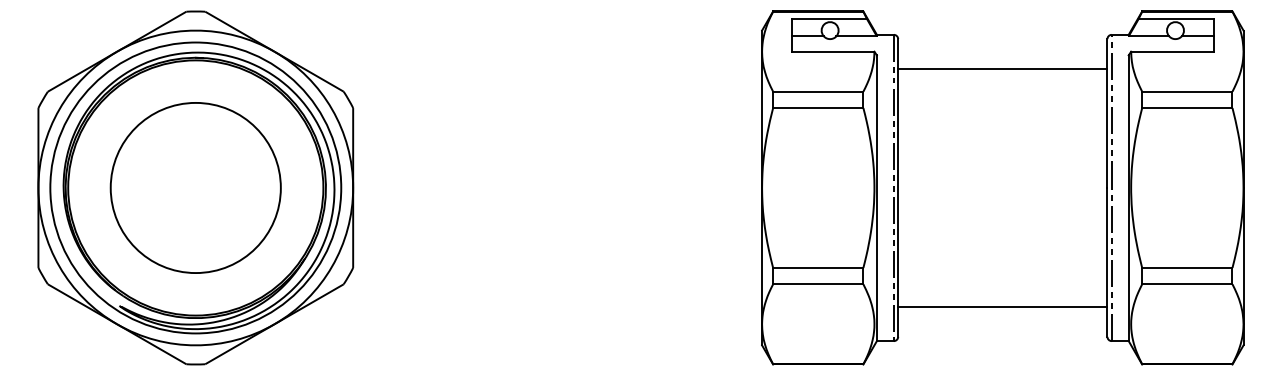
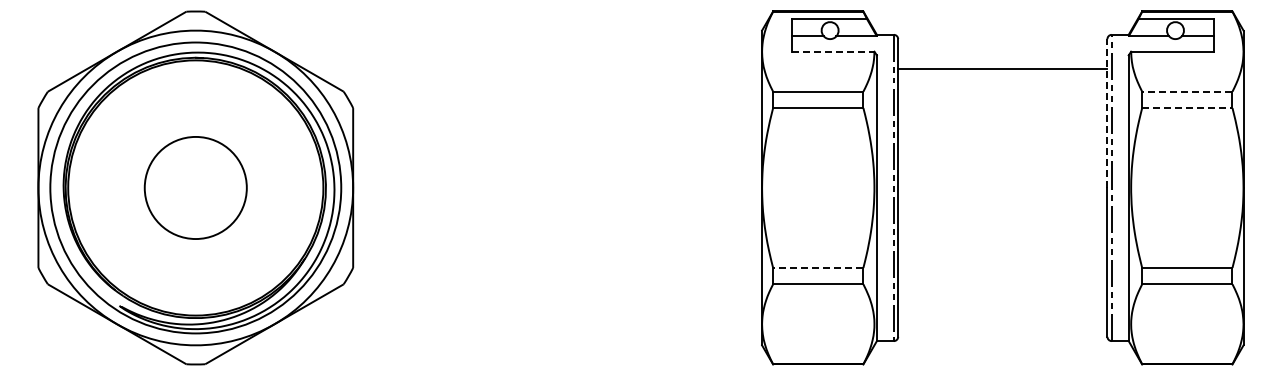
line at (833, 51): solid -> dashed
line at (1186, 91): solid -> dashed
line at (1187, 108): solid -> dashed
line at (1107, 113): solid -> dashed
circle at (195, 187) diameter: 170 px -> 102 px
line at (817, 267): solid -> dashed
line at (1002, 307): present -> none
